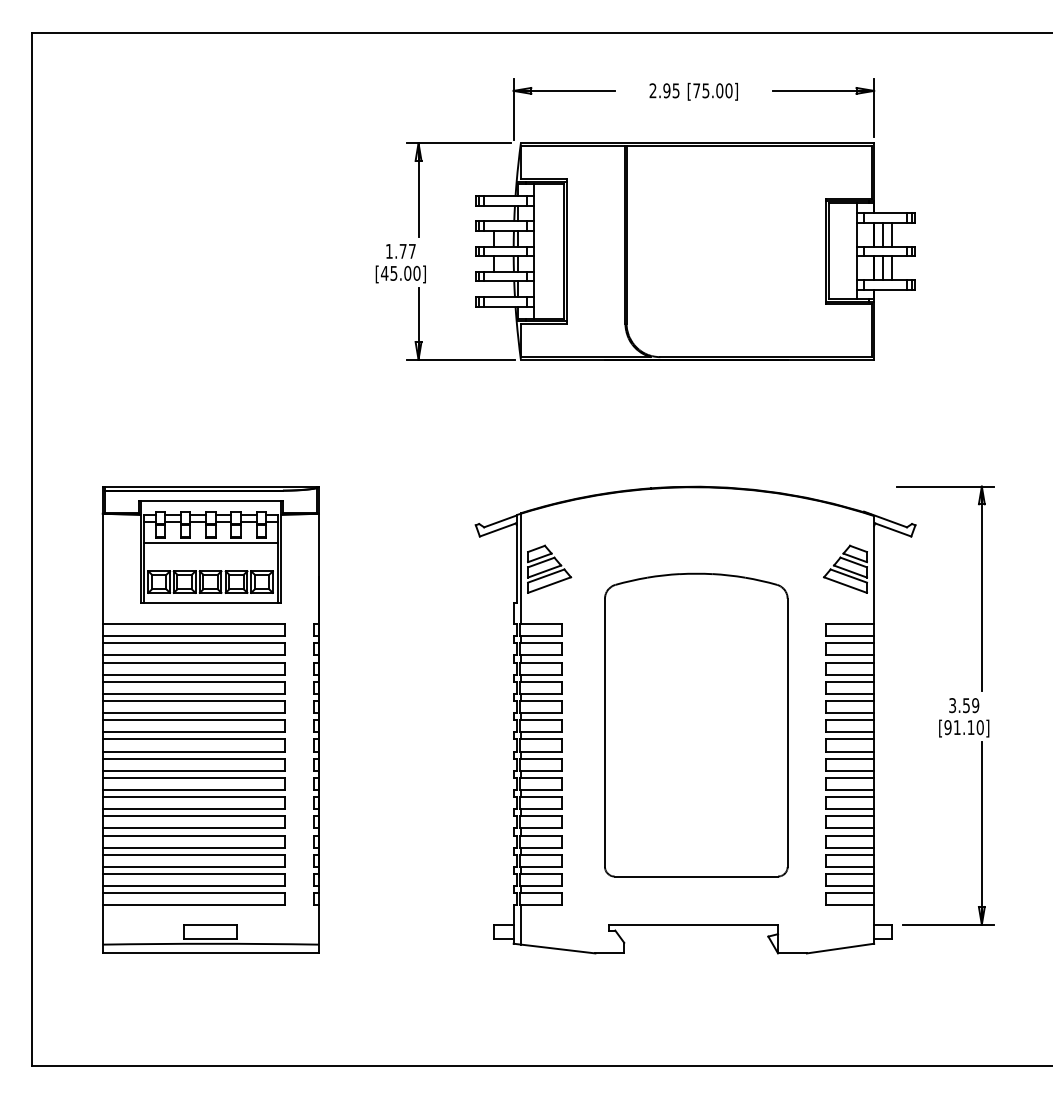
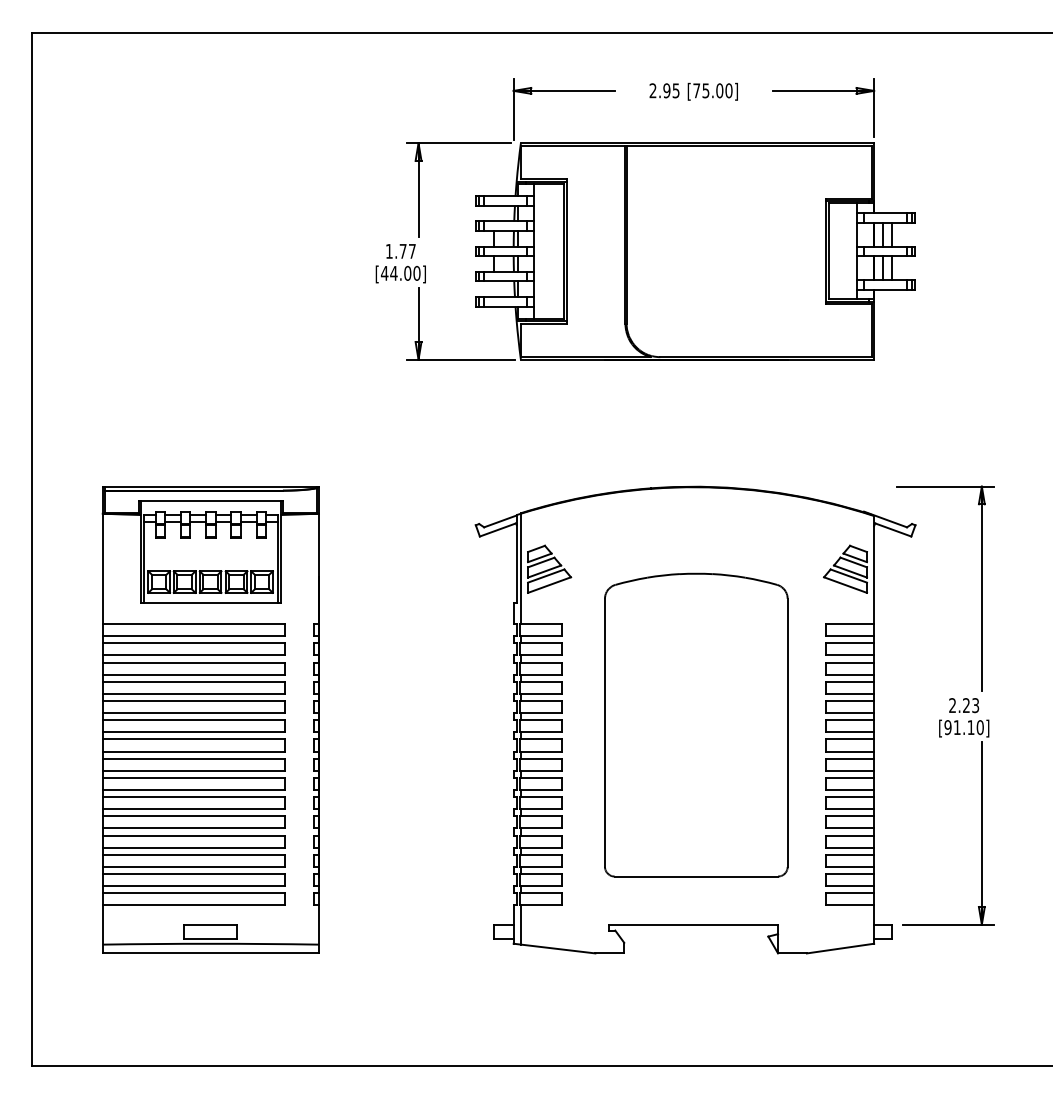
text at (393, 273): [45.00] -> [44.00]
line at (210, 543): present -> none
text at (964, 705): 3.59 -> 2.23
